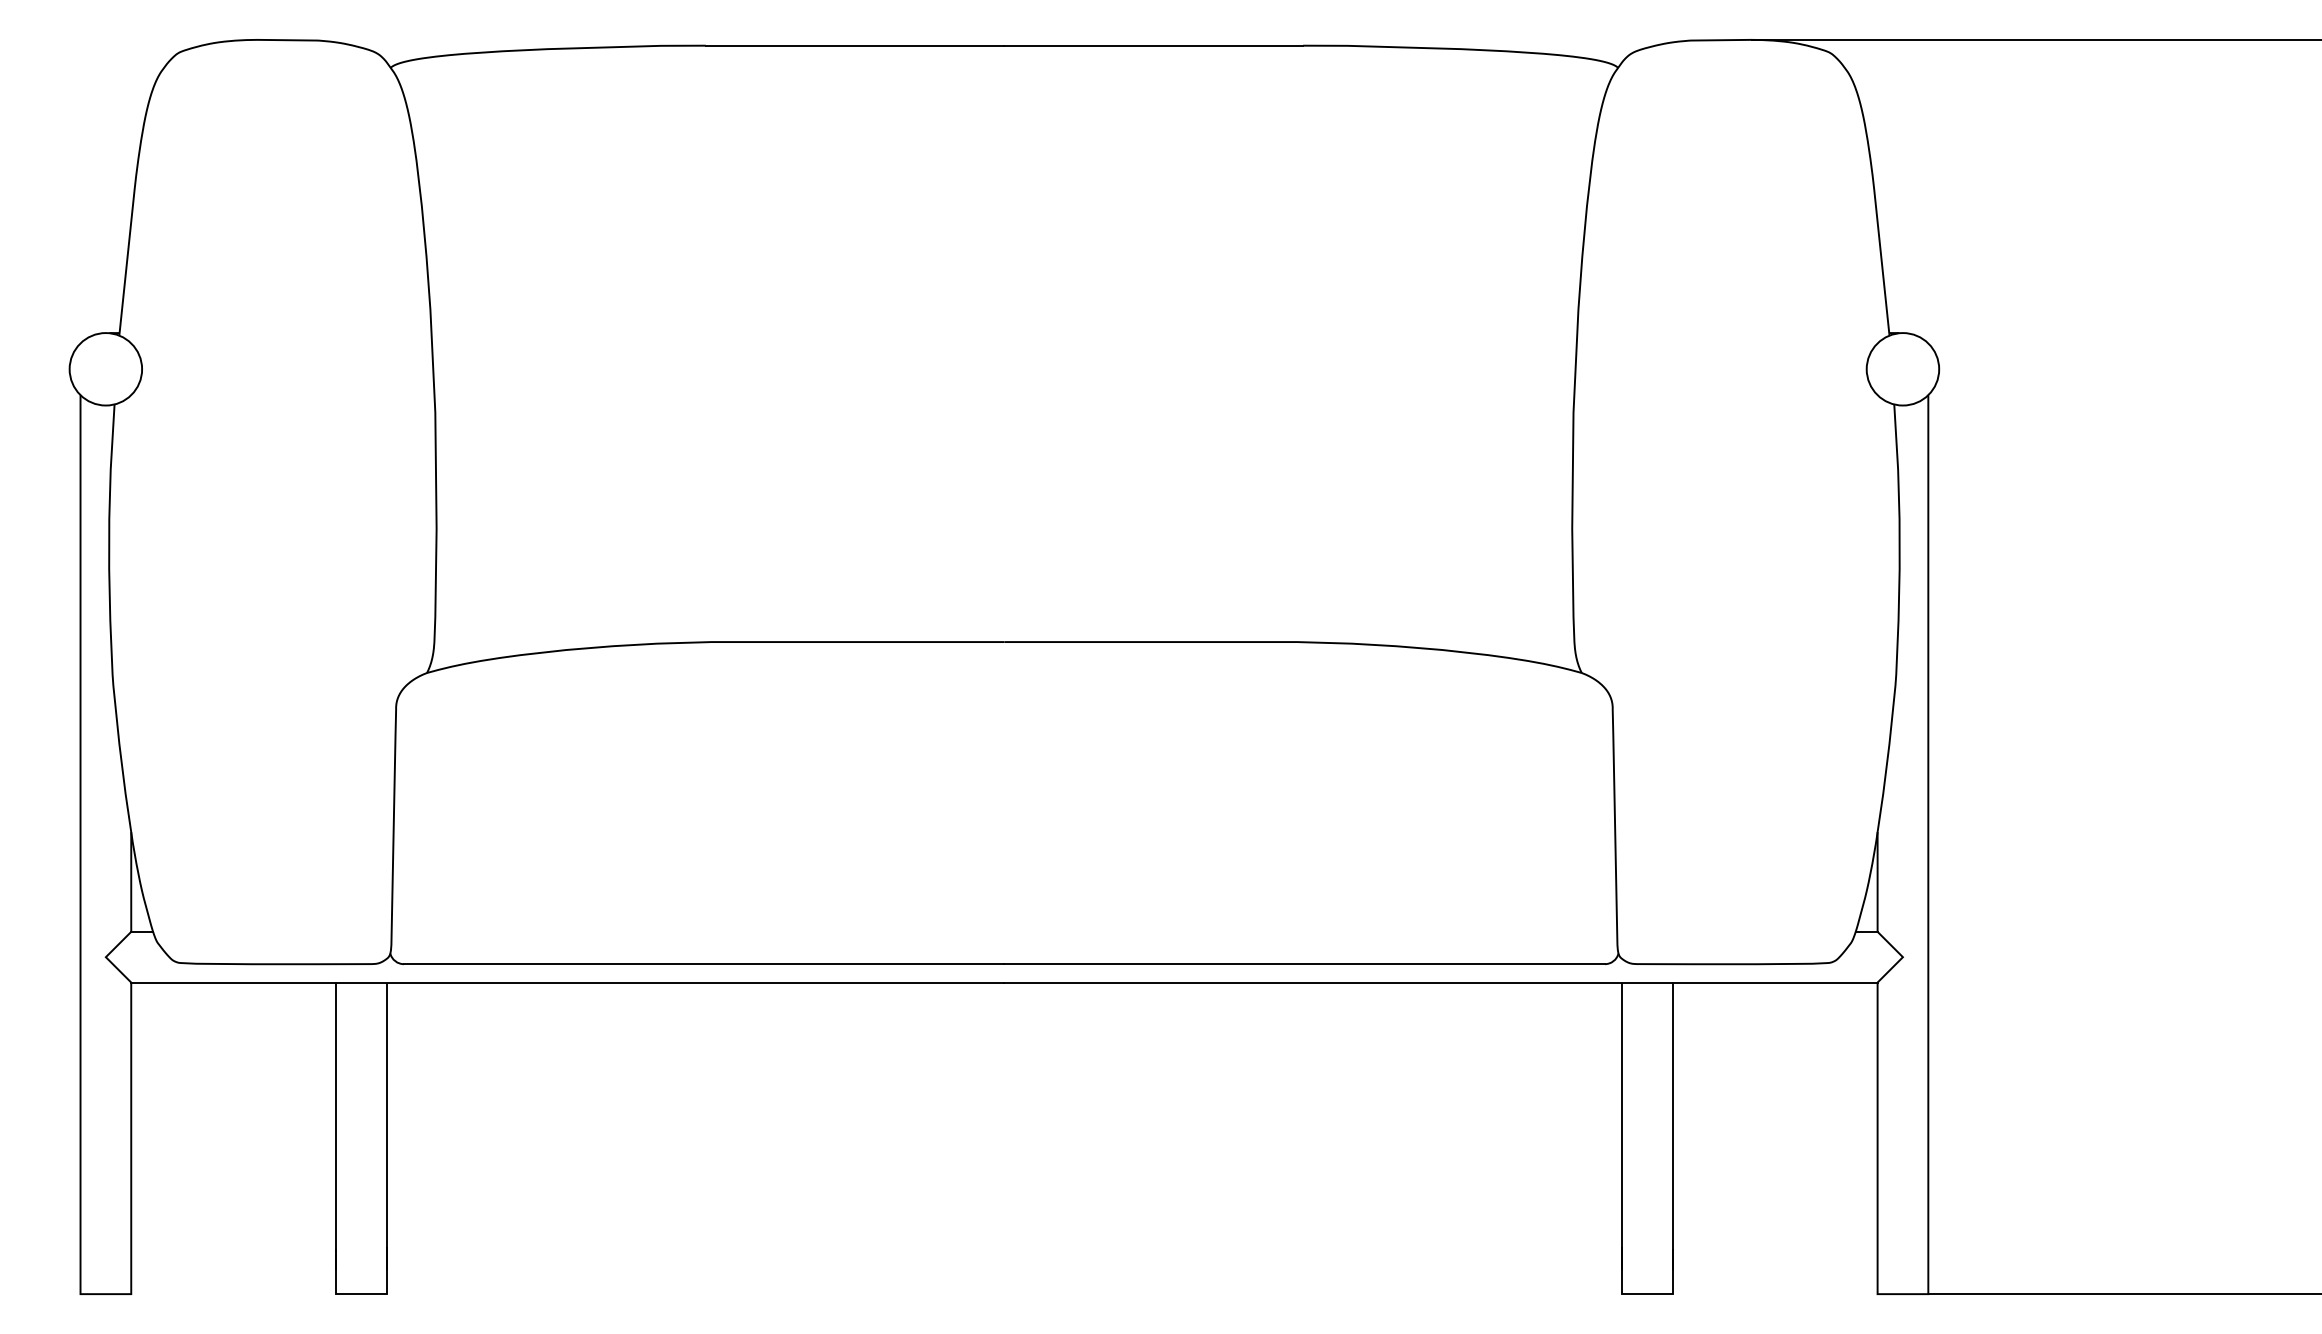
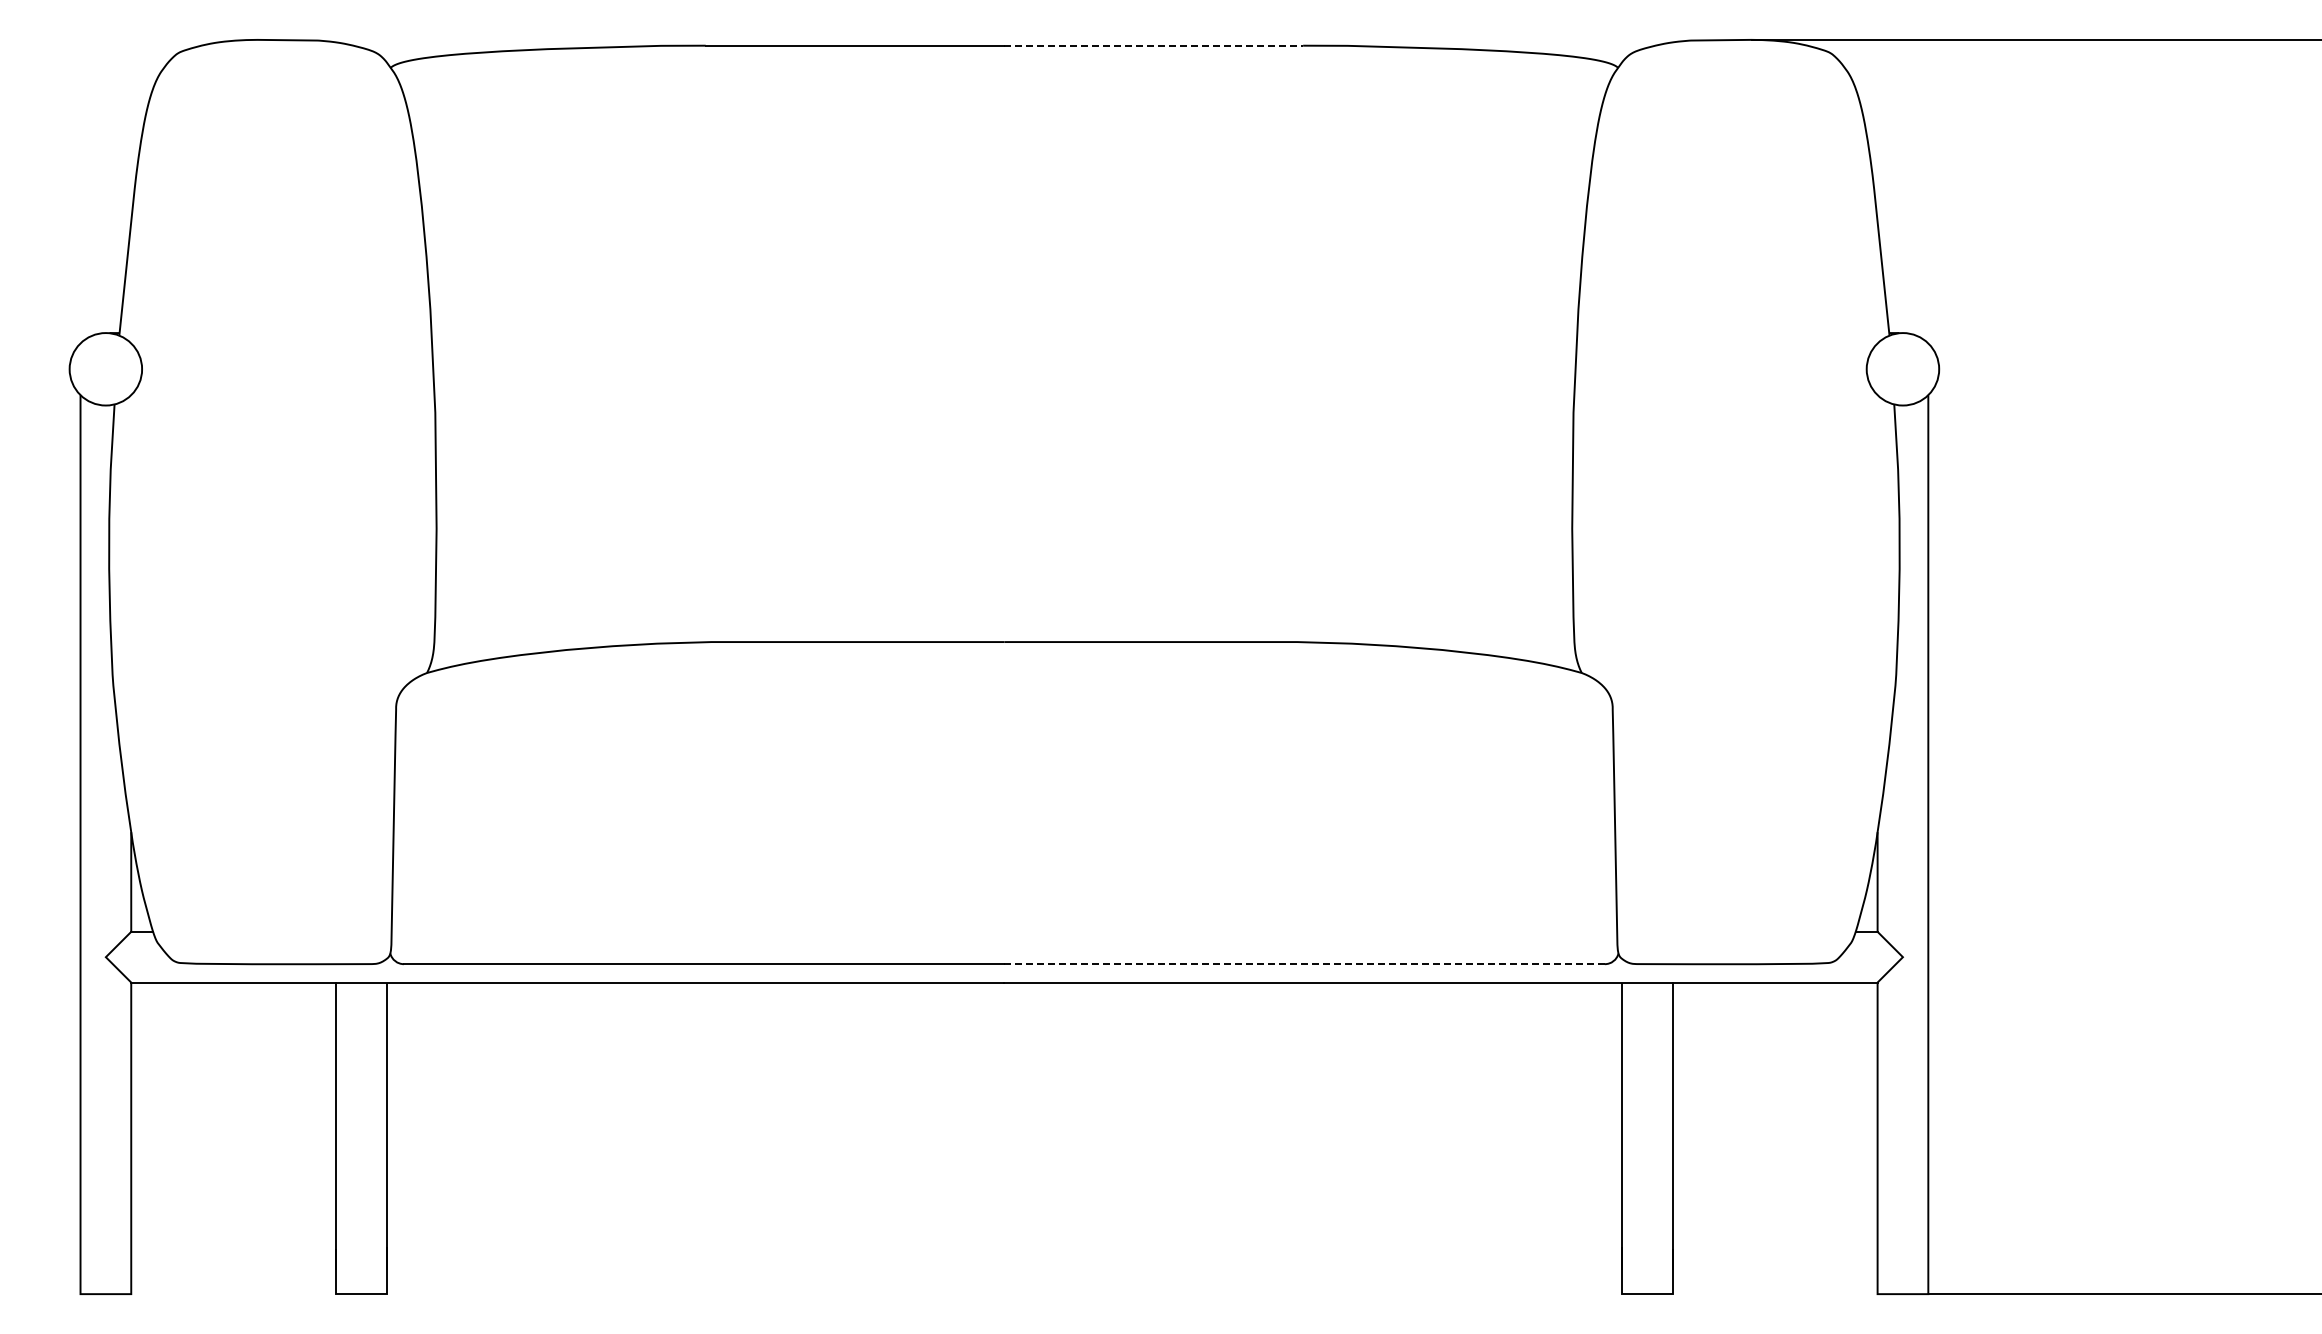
line at (1154, 45): solid -> dashed
line at (1304, 964): solid -> dashed
